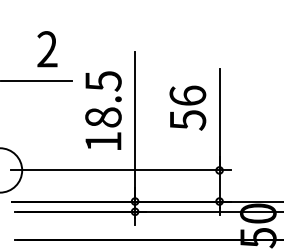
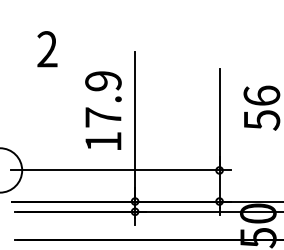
line at (37, 81): present -> none
text at (103, 99): 18.5 -> 17.9
text at (187, 107) position: (187, 107) -> (261, 107)
